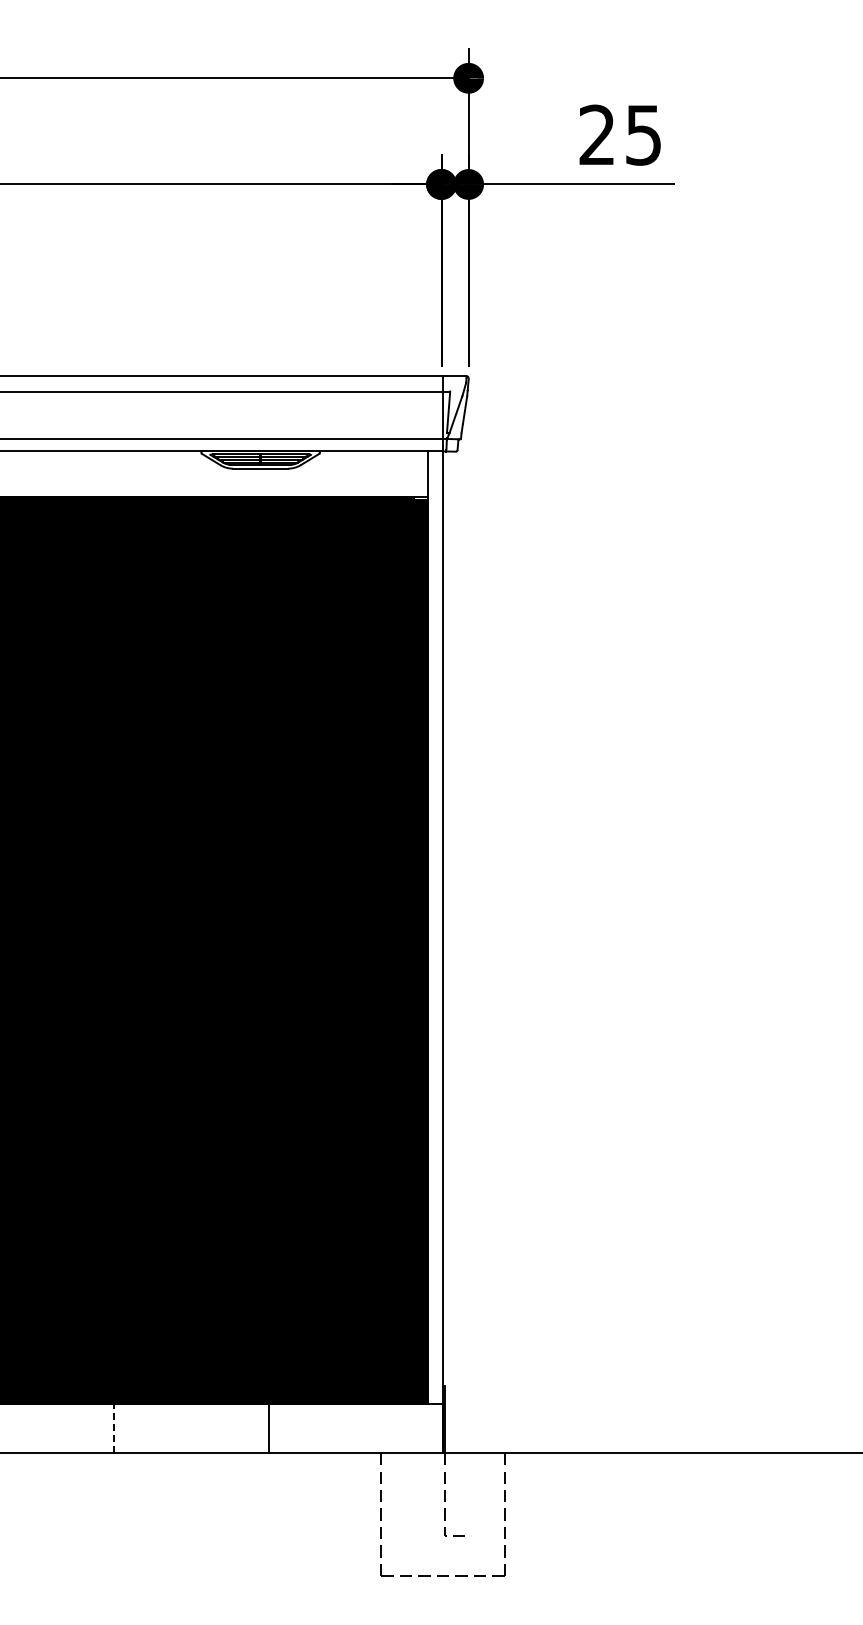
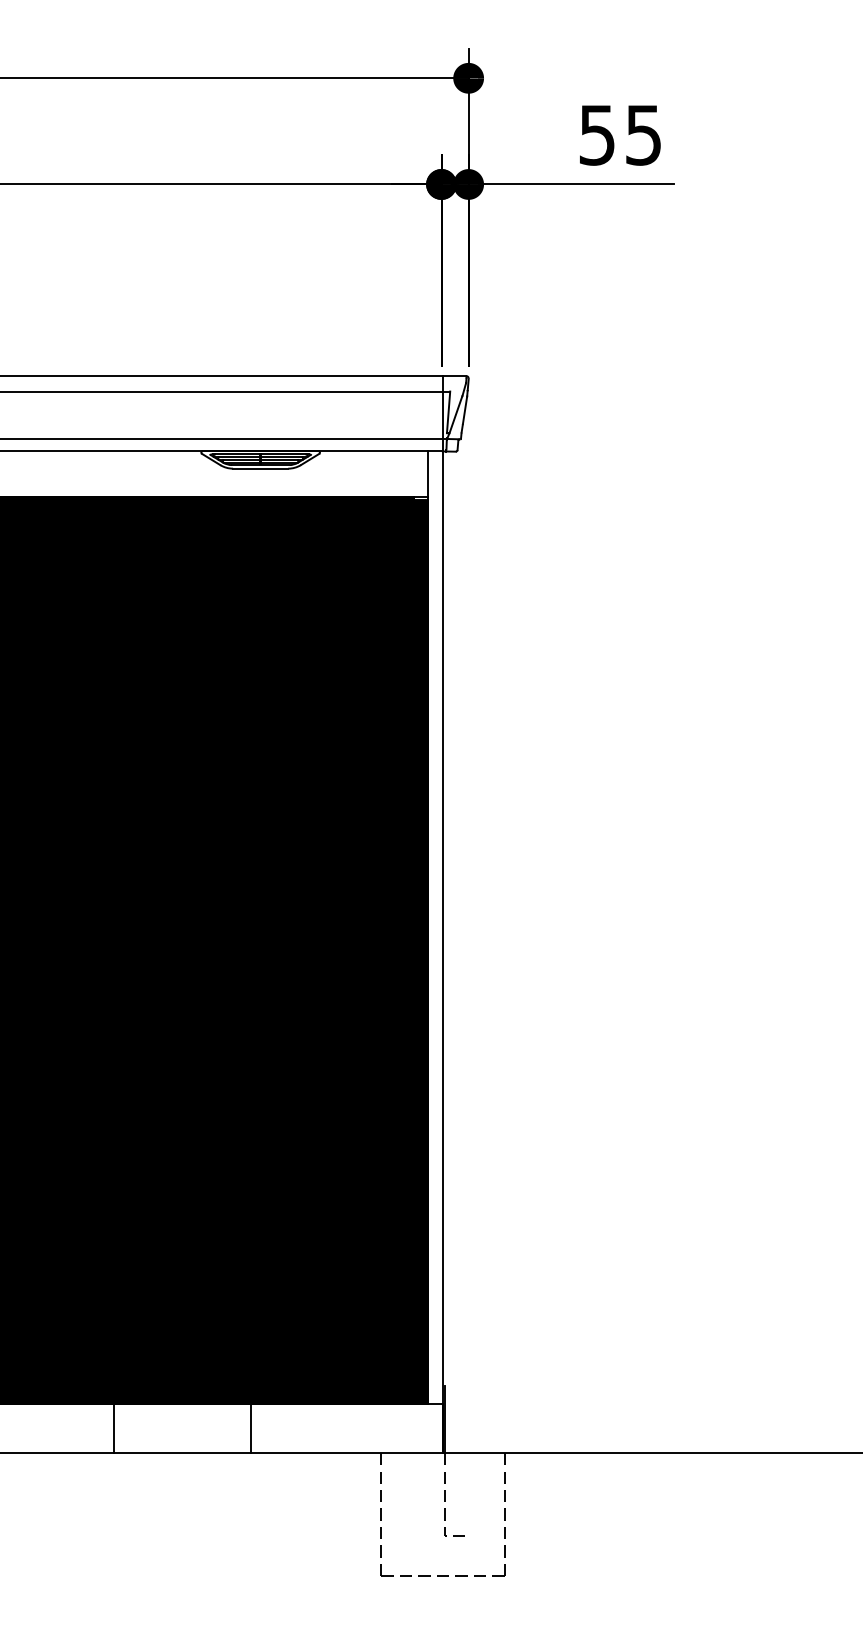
text at (596, 134): 25 -> 55
line at (114, 1428): dashed -> solid
line at (268, 1428) position: (268, 1428) -> (250, 1428)
